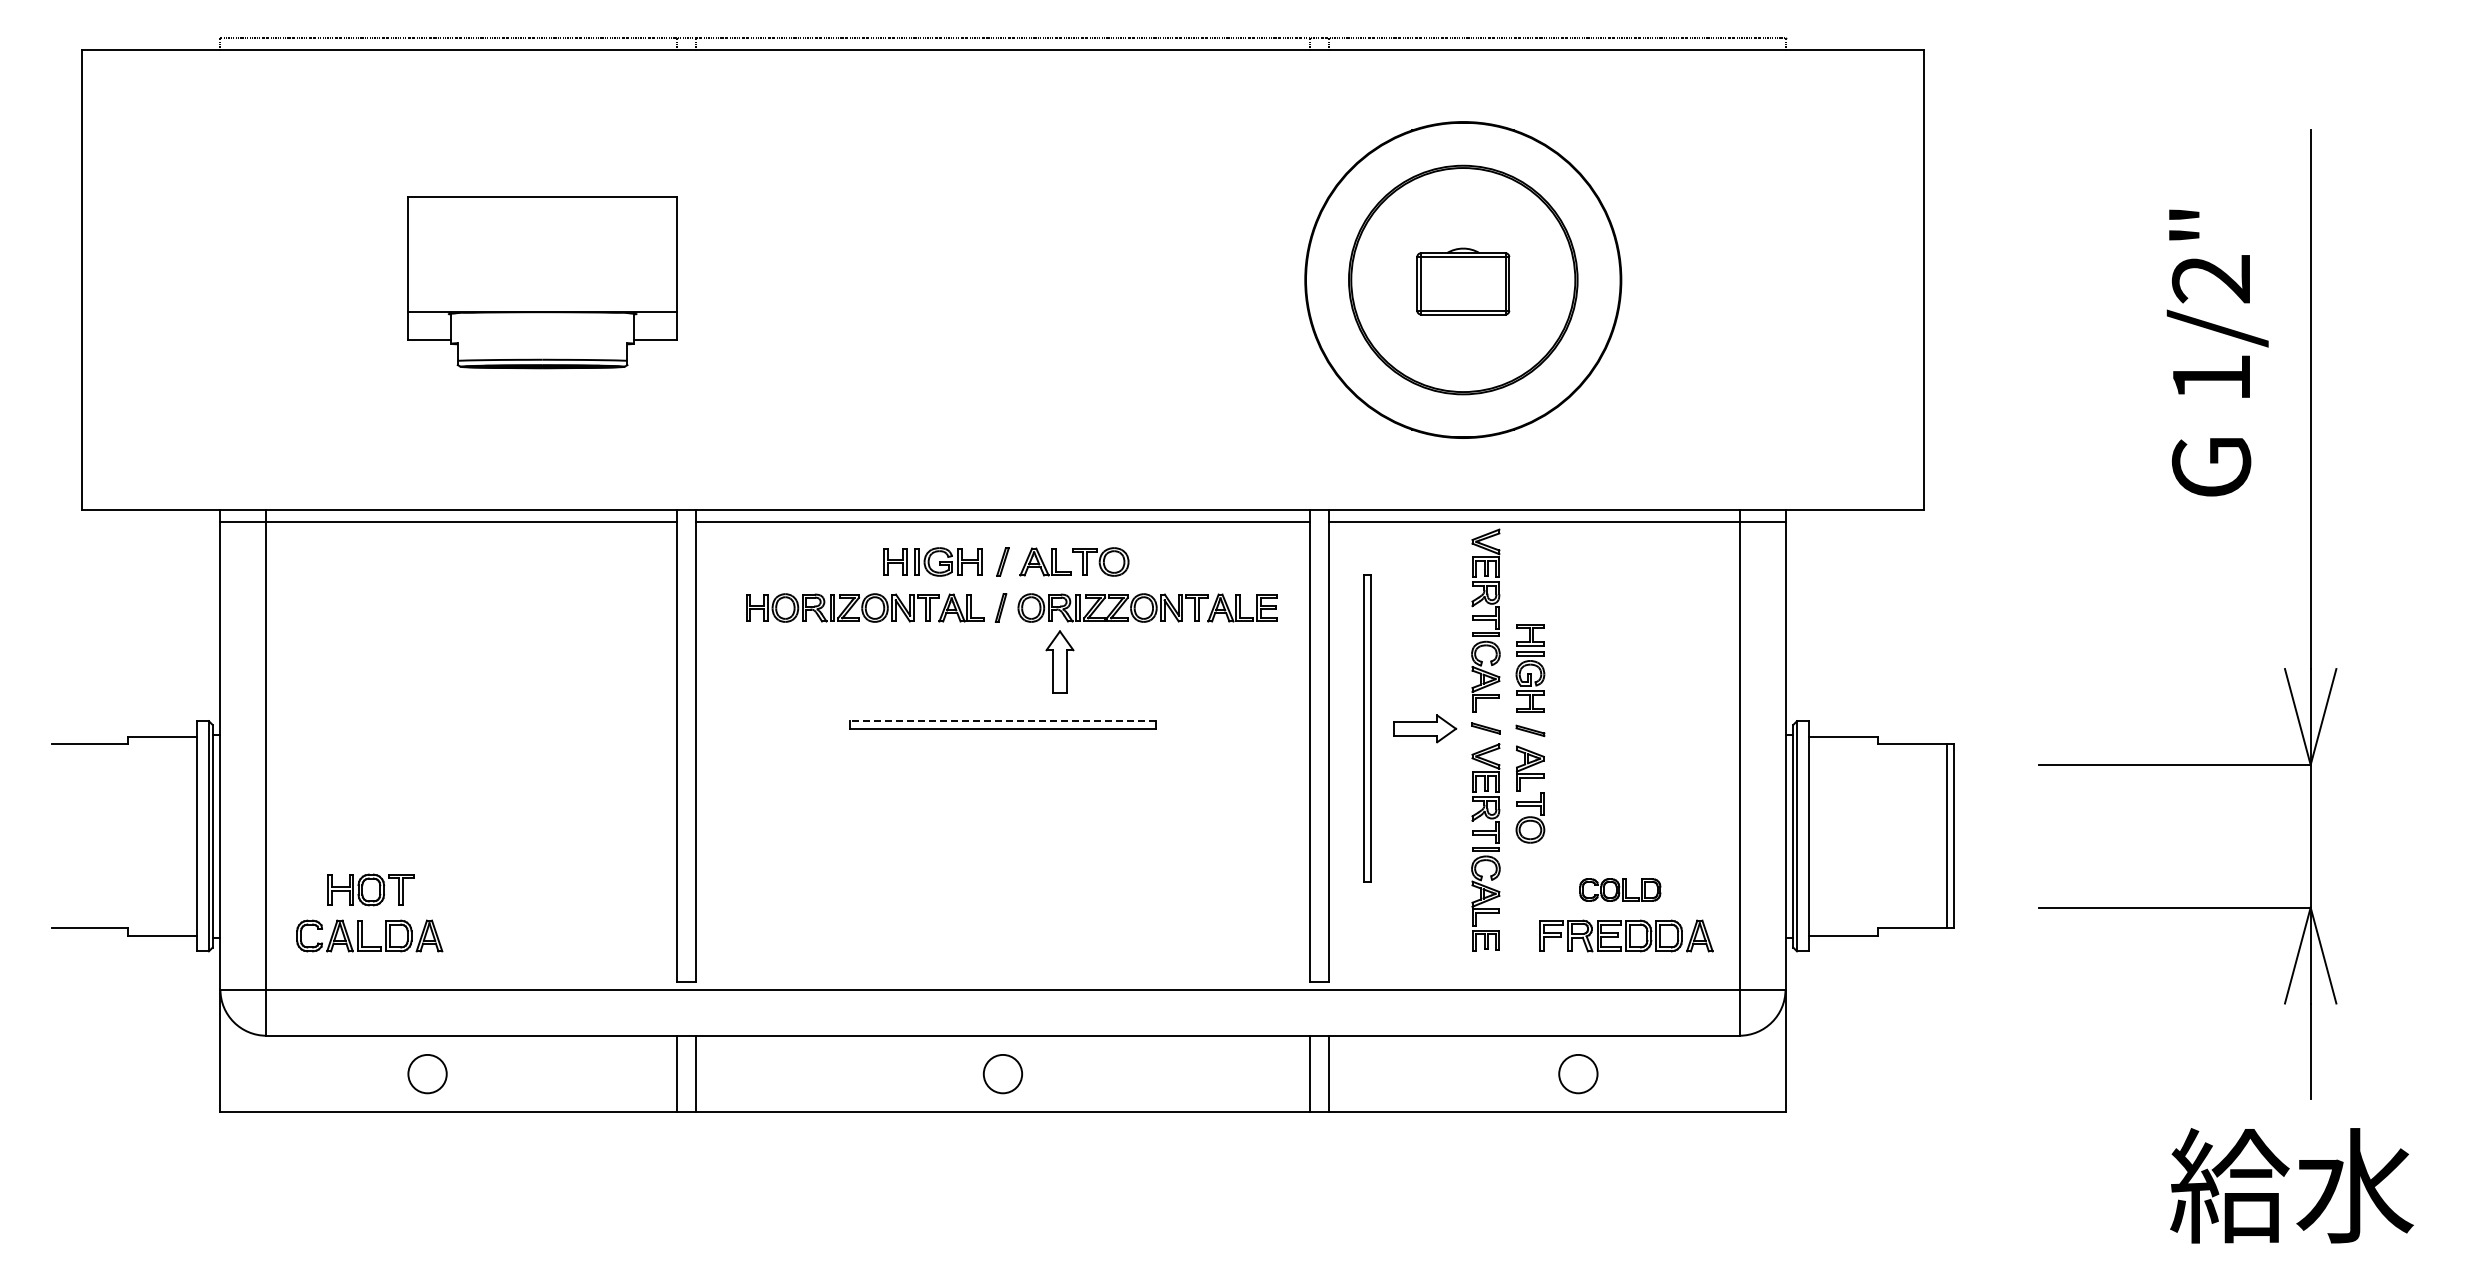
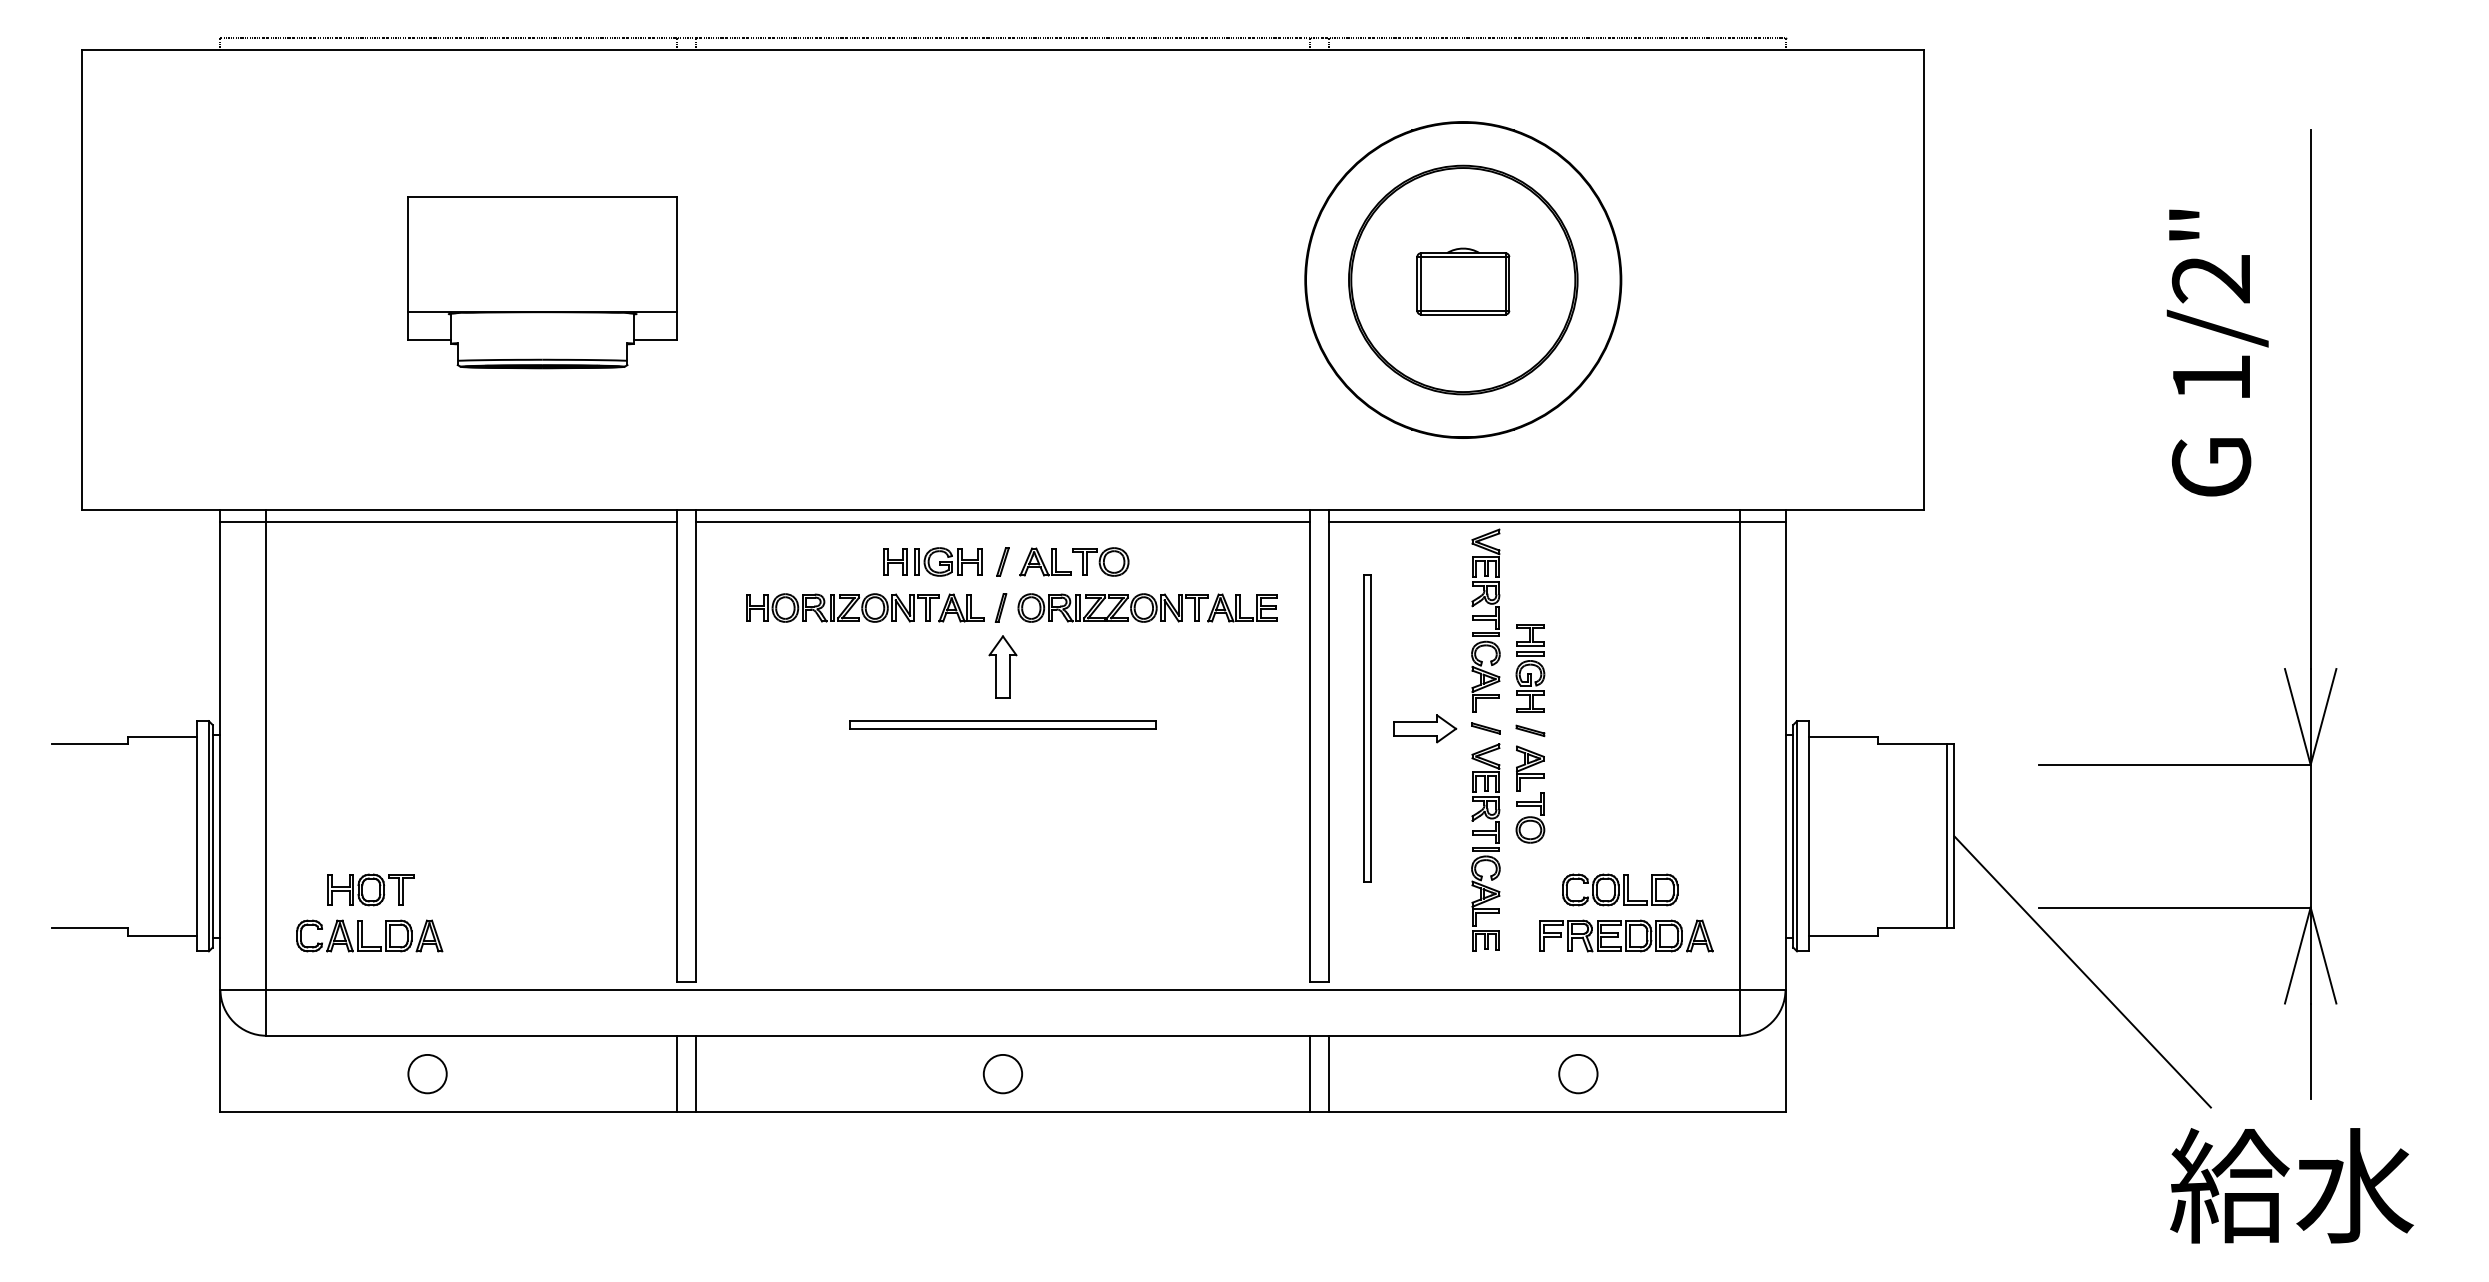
part at (1059, 661) position: (1059, 661) -> (1002, 666)
line at (1002, 721): dashed -> solid
part at (1620, 889) size: 83x24 px -> 117x34 px
line at (2082, 971): none -> present
